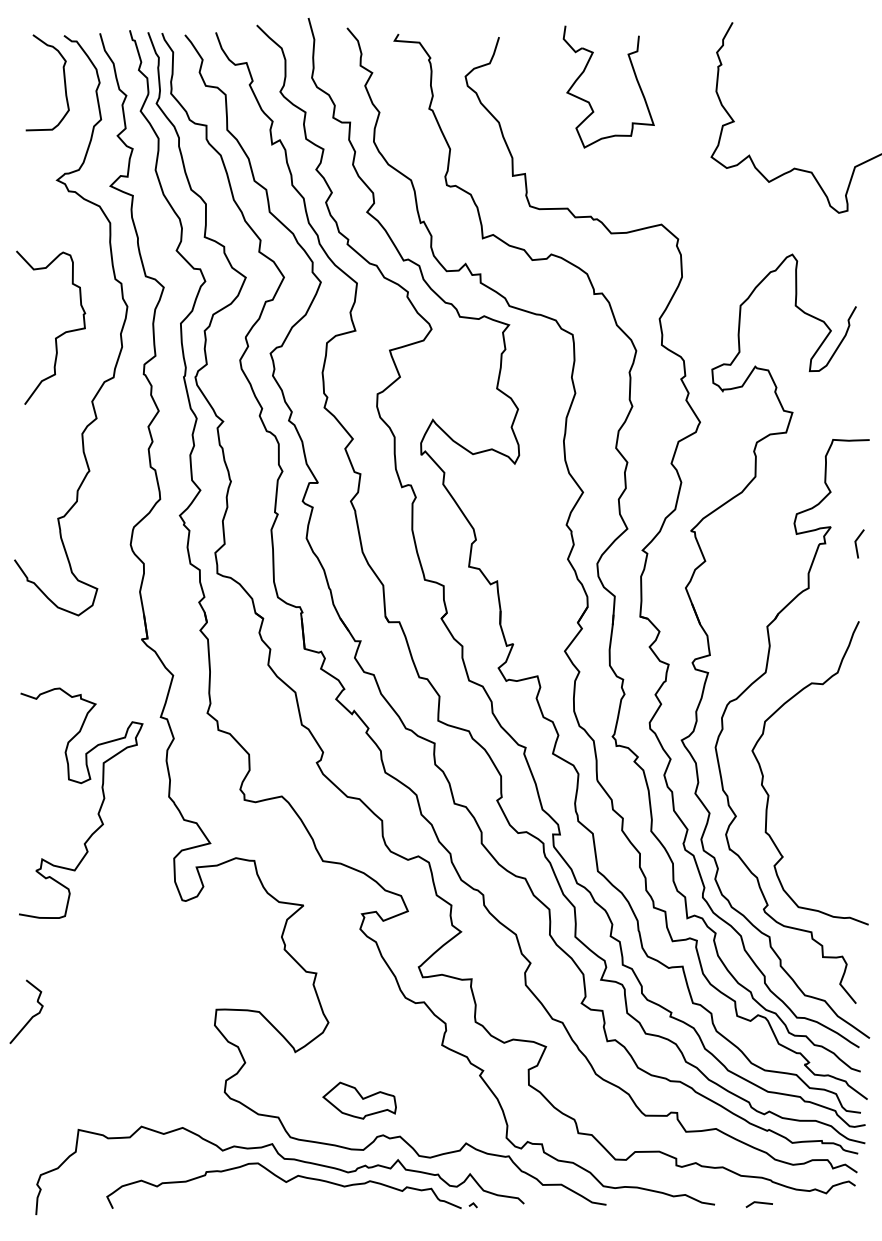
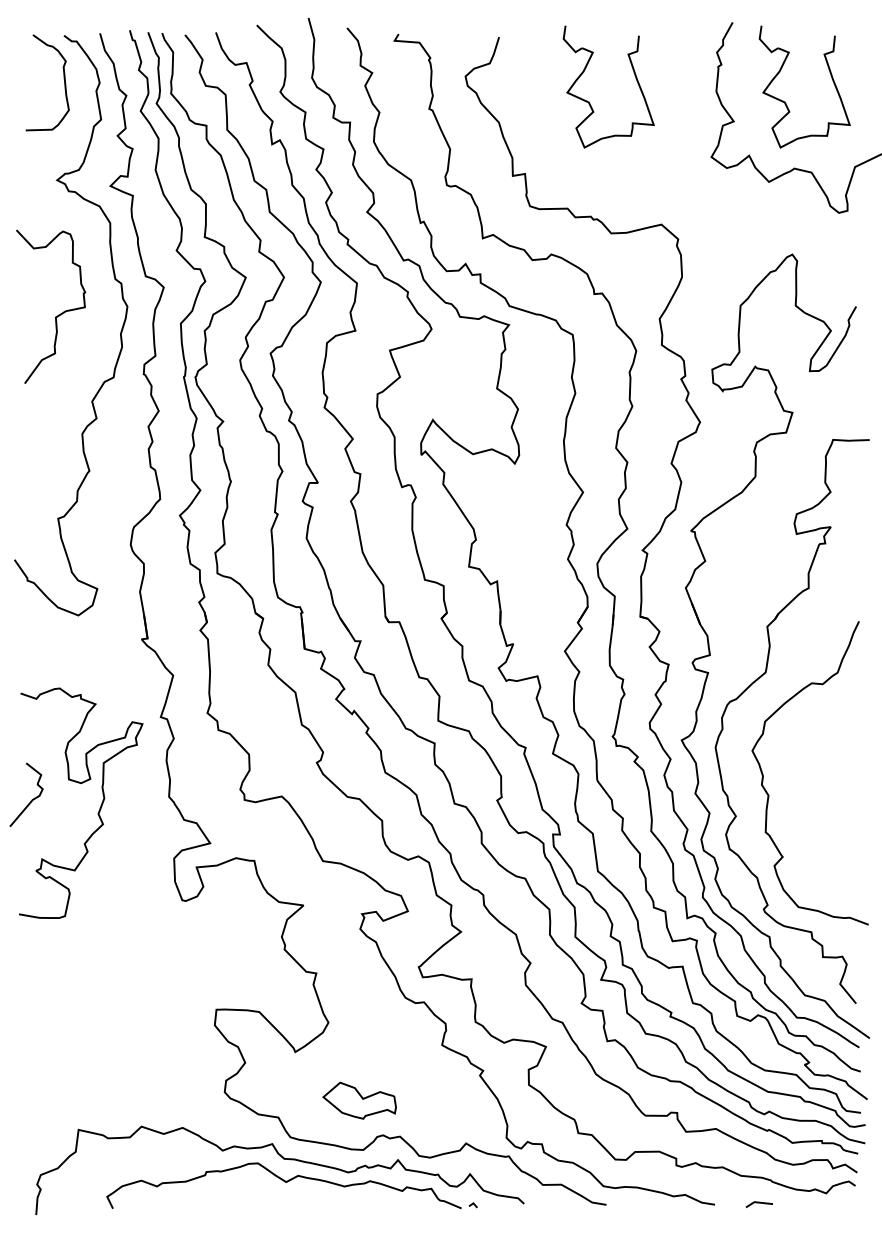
part at (785, 101): none -> present
curve at (58, 335) position: (58, 335) -> (58, 314)
line at (856, 543): present -> none
curve at (31, 1016) position: (31, 1016) -> (31, 799)
